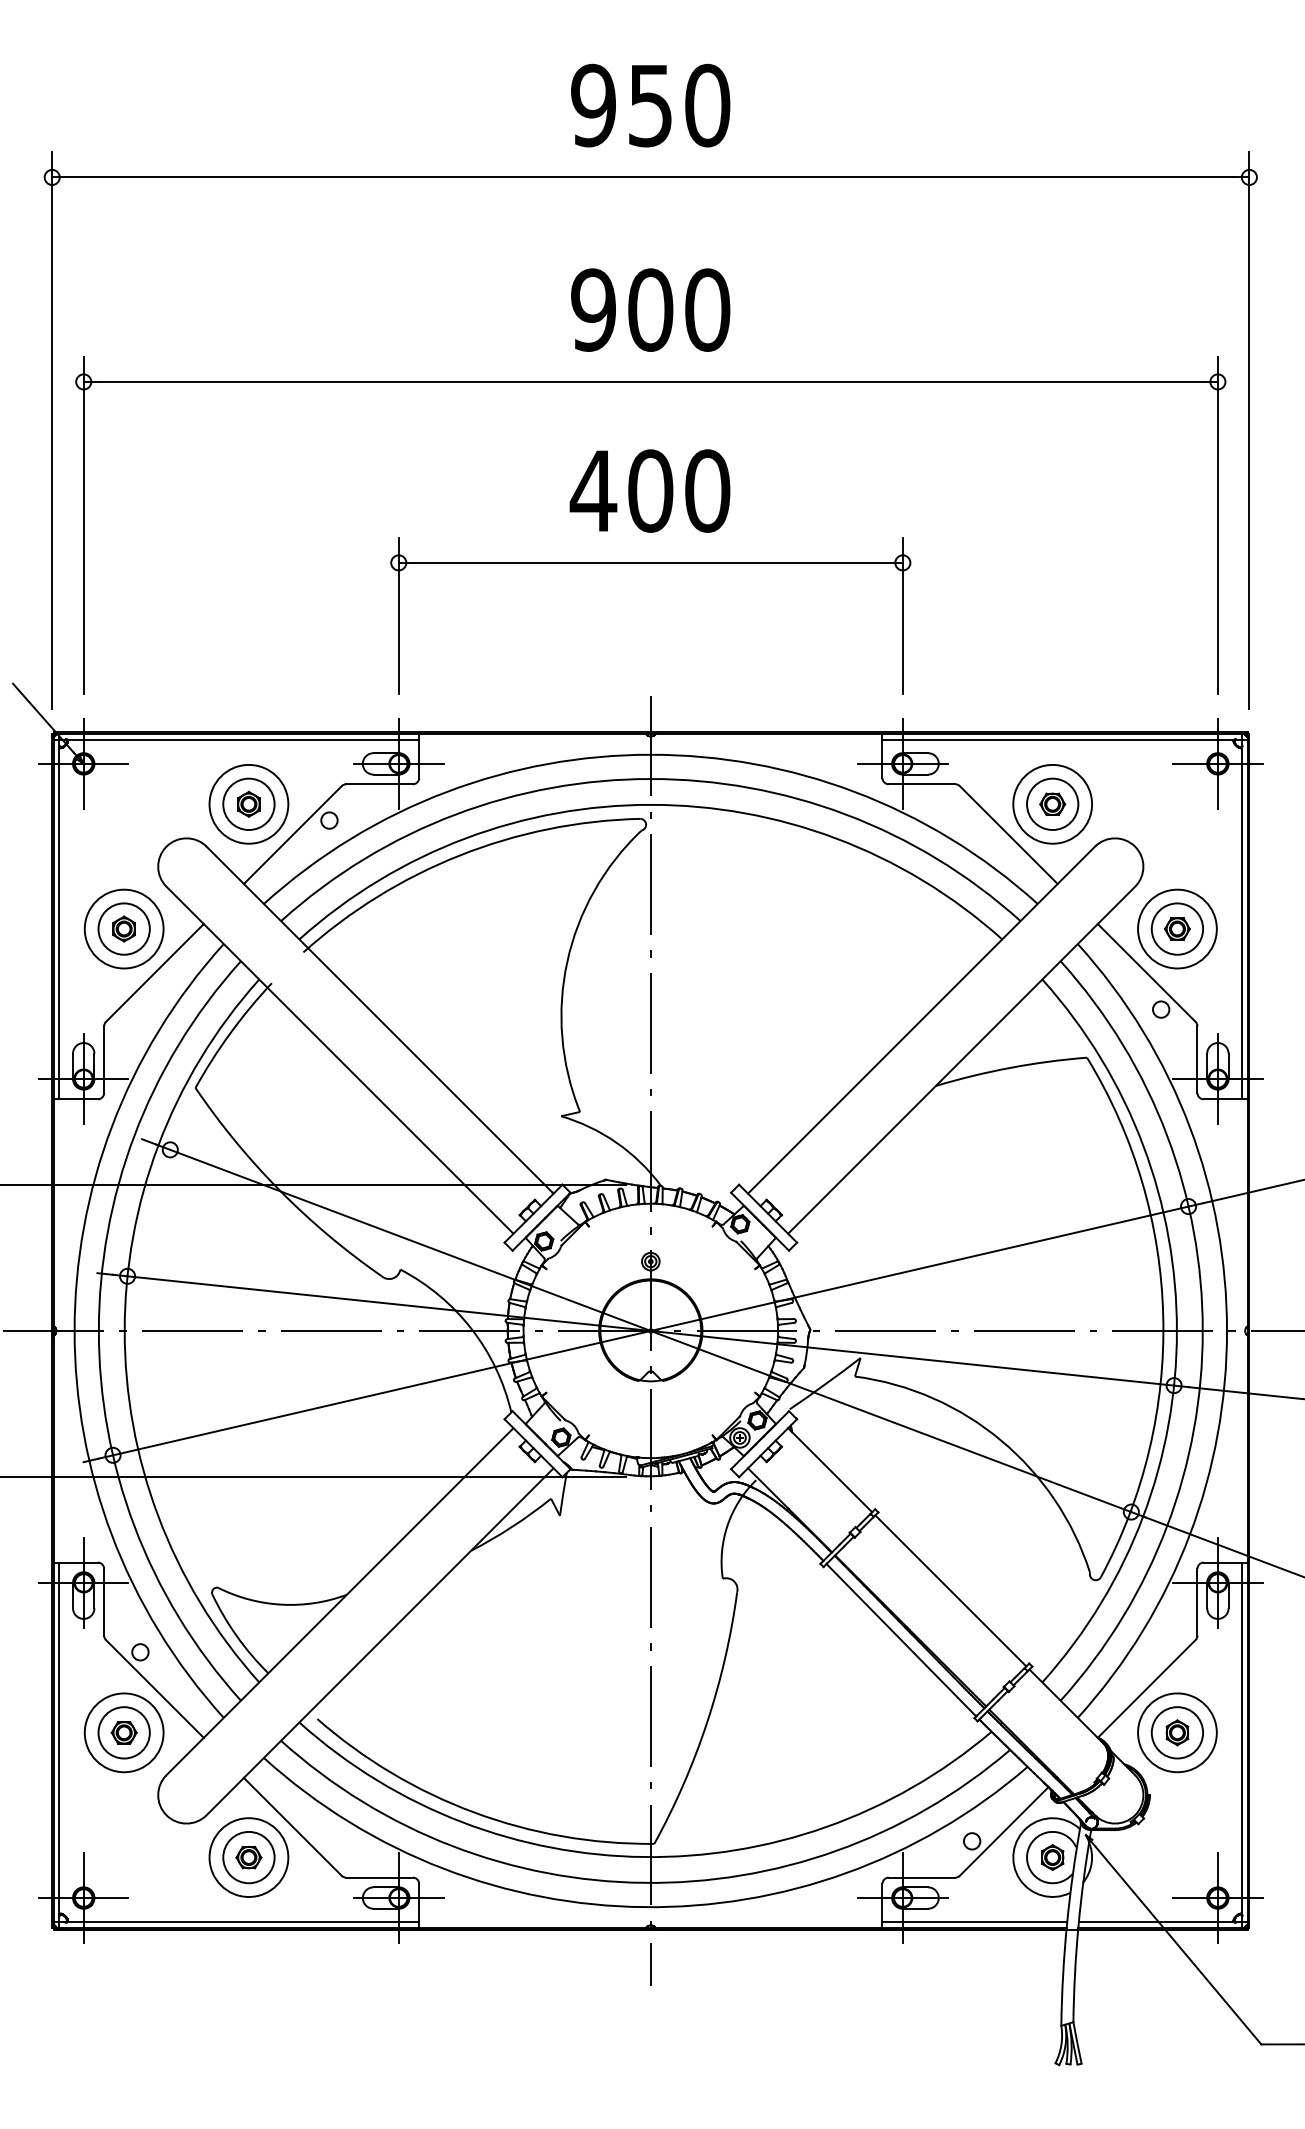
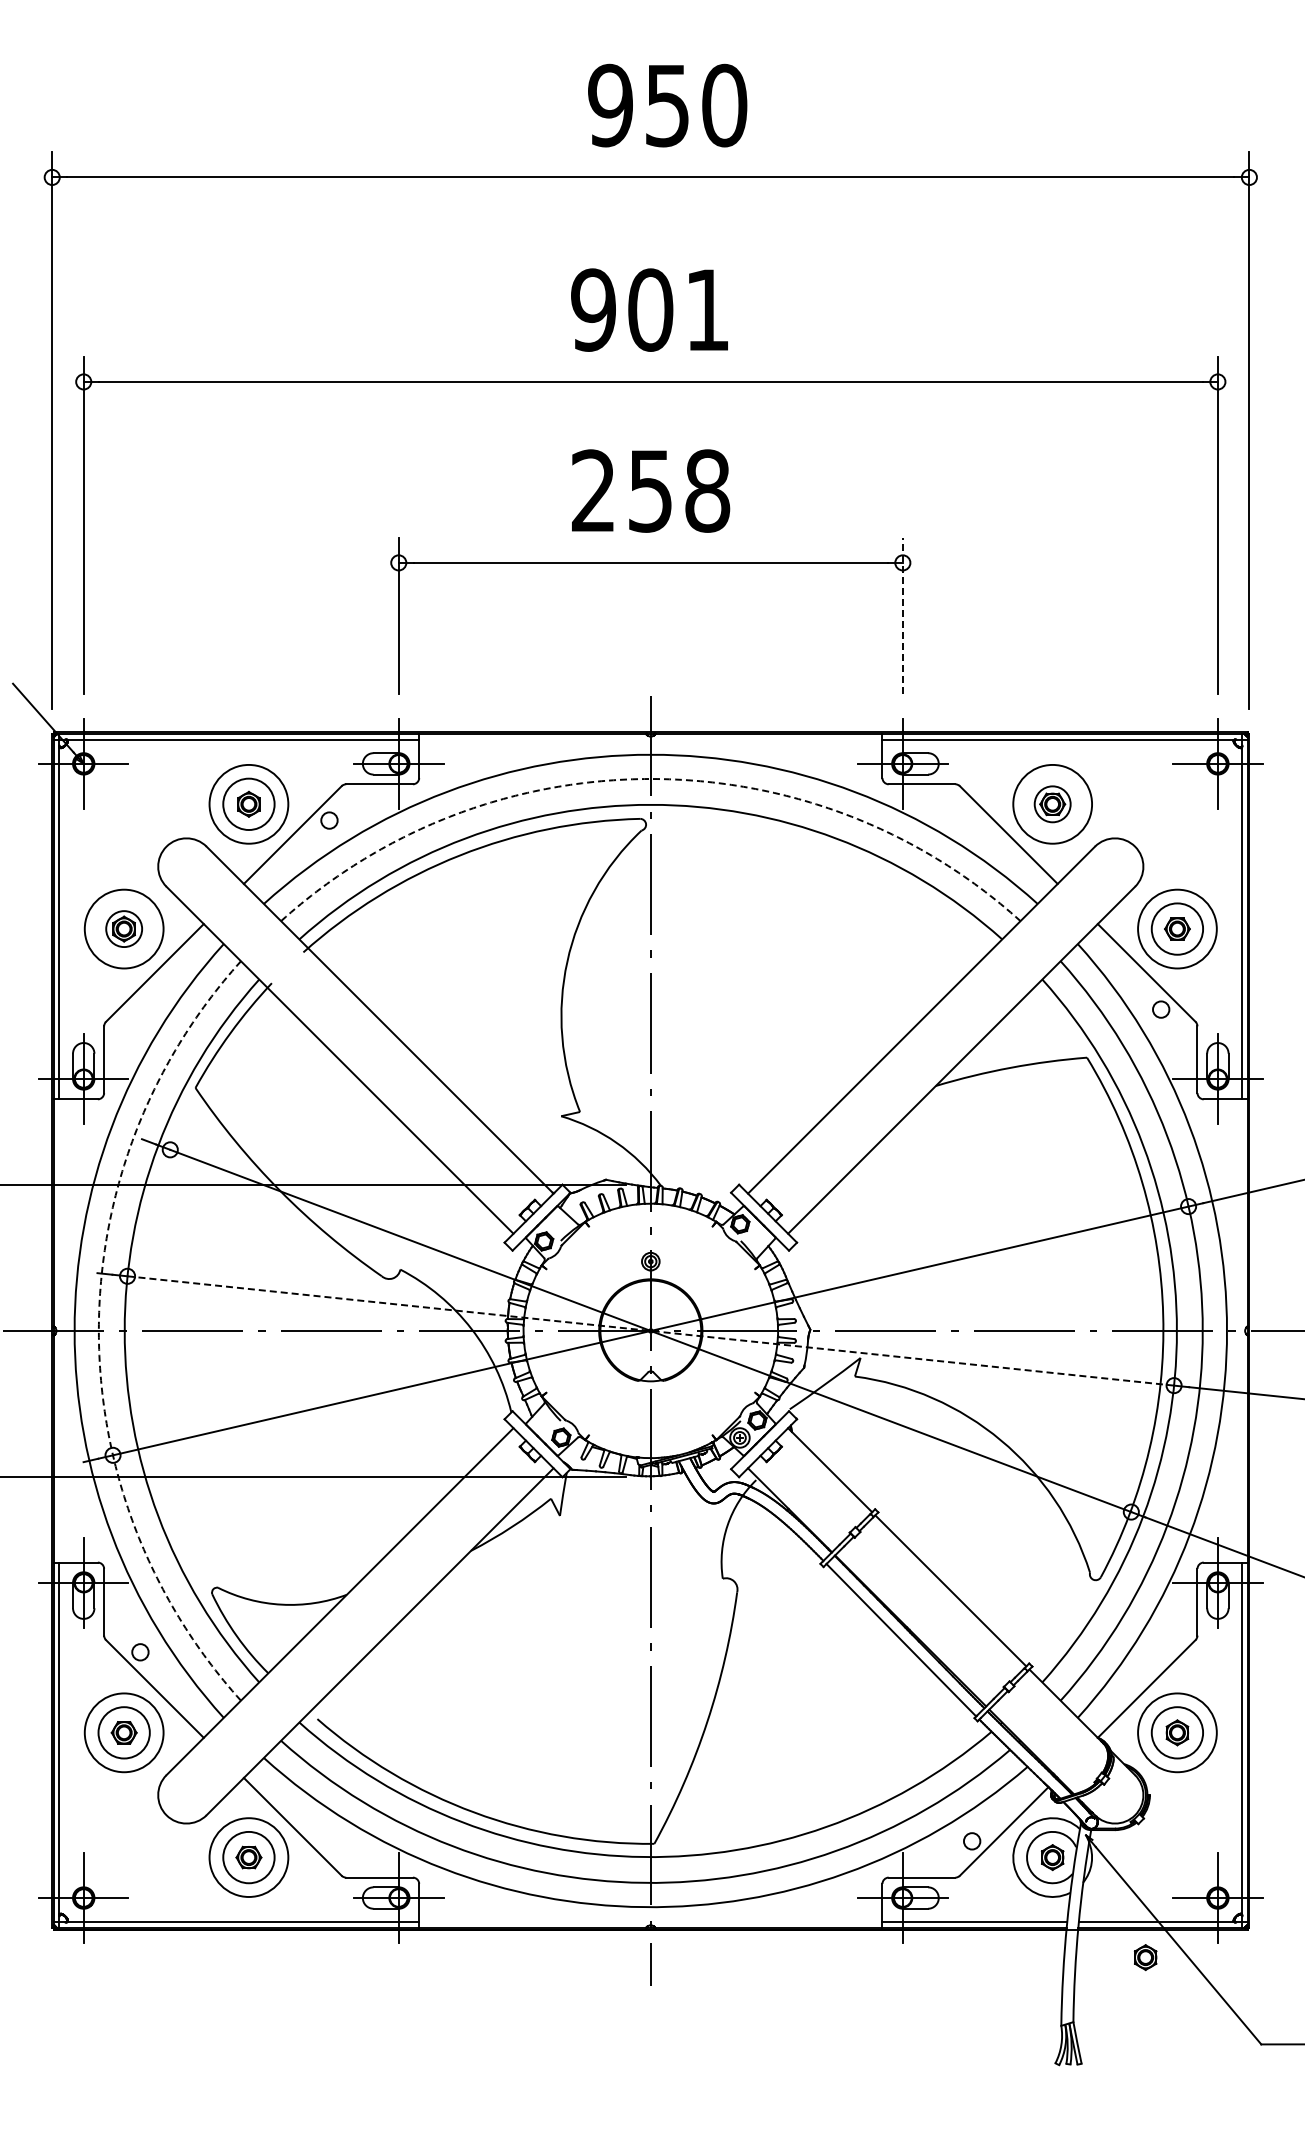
text at (650, 105) position: (650, 105) -> (667, 105)
text at (707, 309): 900 -> 901
text at (649, 490): 400 -> 258
line at (902, 615): solid -> dashed
arc at (650, 779): solid -> dashed
circle at (1052, 804) diameter: 51 px -> 36 px
circle at (123, 928) diameter: 51 px -> 36 px
arc at (98, 1330): solid -> dashed
line at (651, 1331): solid -> dashed
part at (1145, 1957): none -> present
